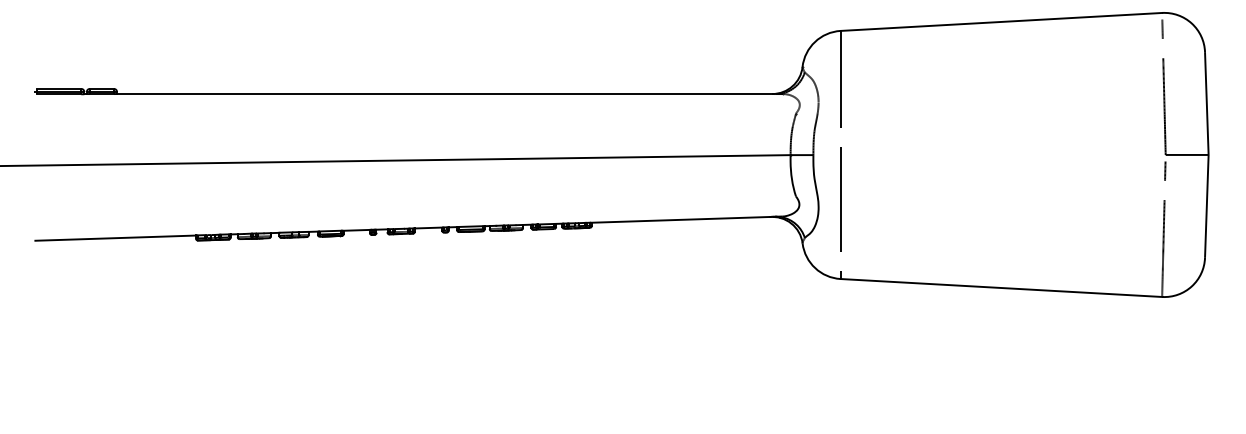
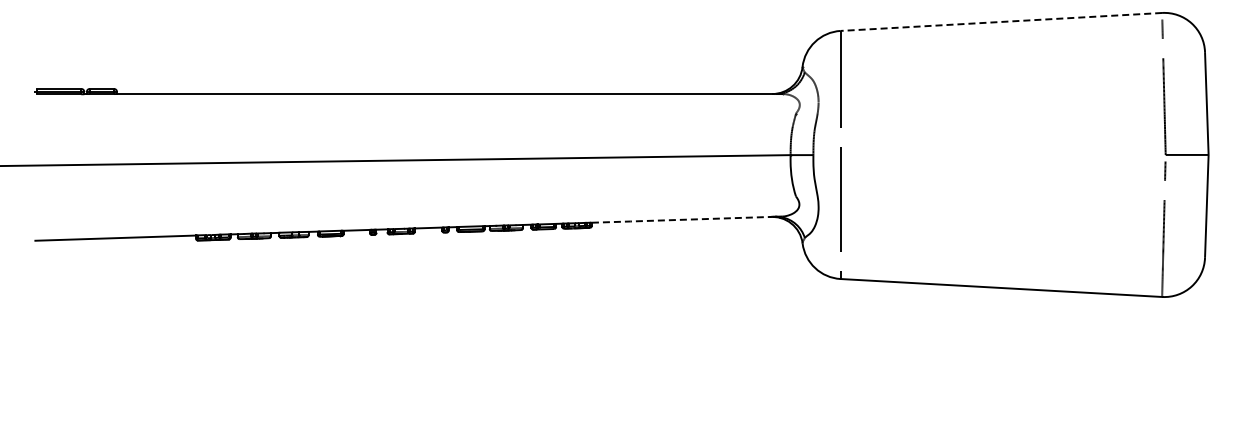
line at (1001, 21): solid -> dashed
line at (680, 219): solid -> dashed
